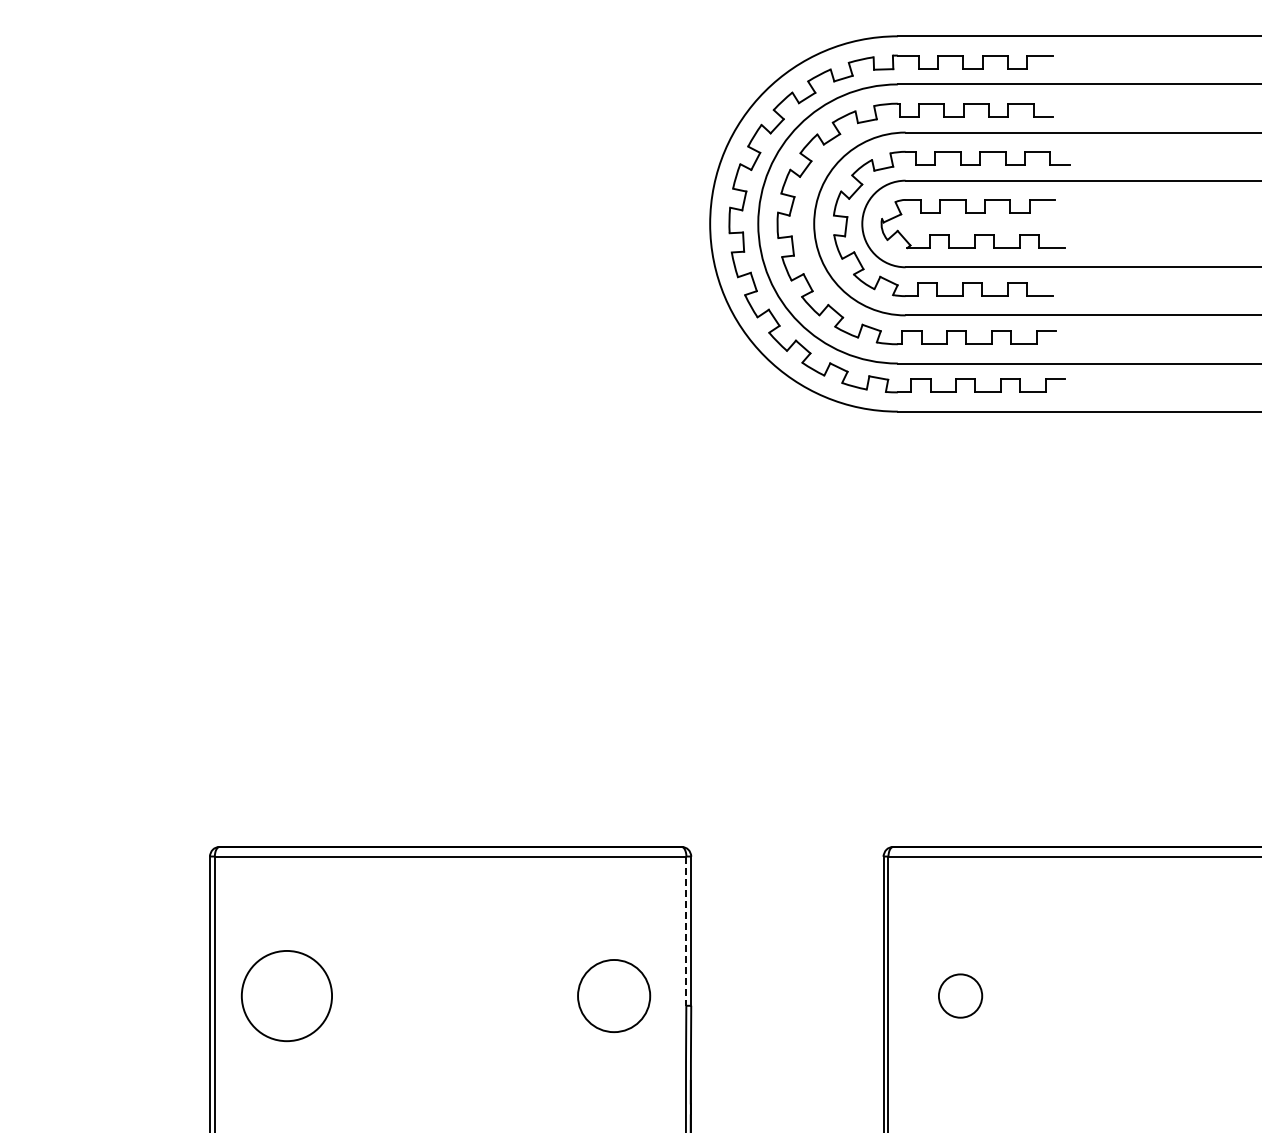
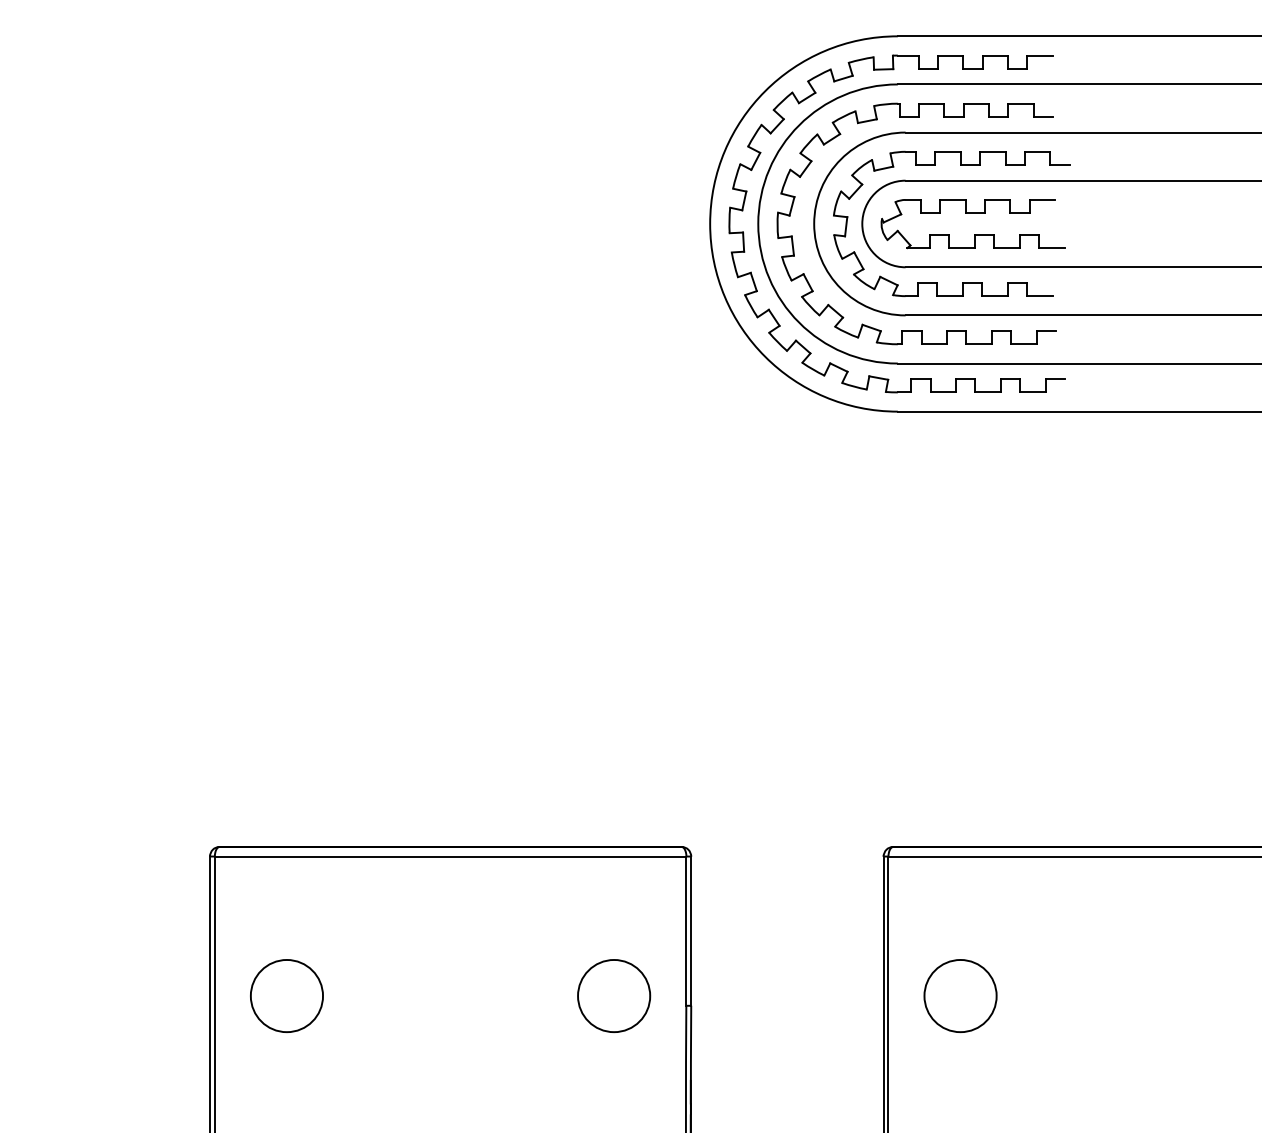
line at (686, 931): dashed -> solid
circle at (286, 995) diameter: 90 px -> 72 px
circle at (960, 995) diameter: 43 px -> 72 px
